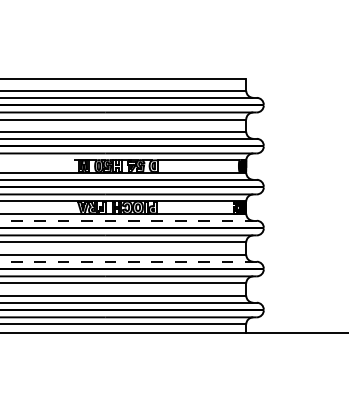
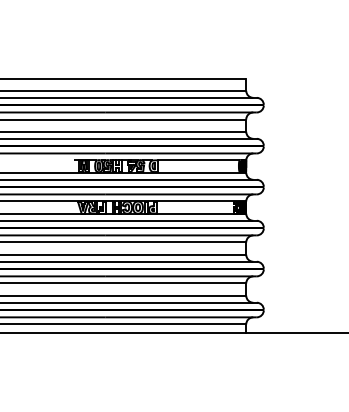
line at (128, 220): dashed -> solid
line at (128, 261): dashed -> solid
